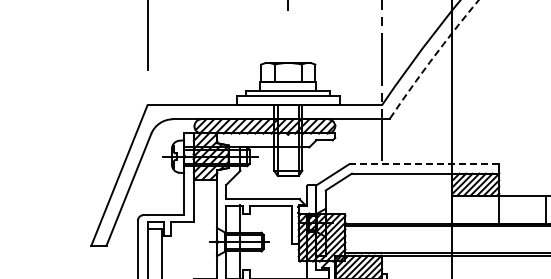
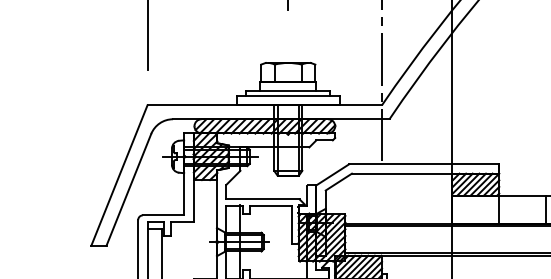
arc at (433, 58): dashed -> solid
line at (424, 164): dashed -> solid
